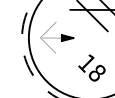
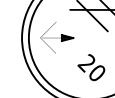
circle at (39, 48): dashed -> solid
text at (91, 67): 18 -> 20
